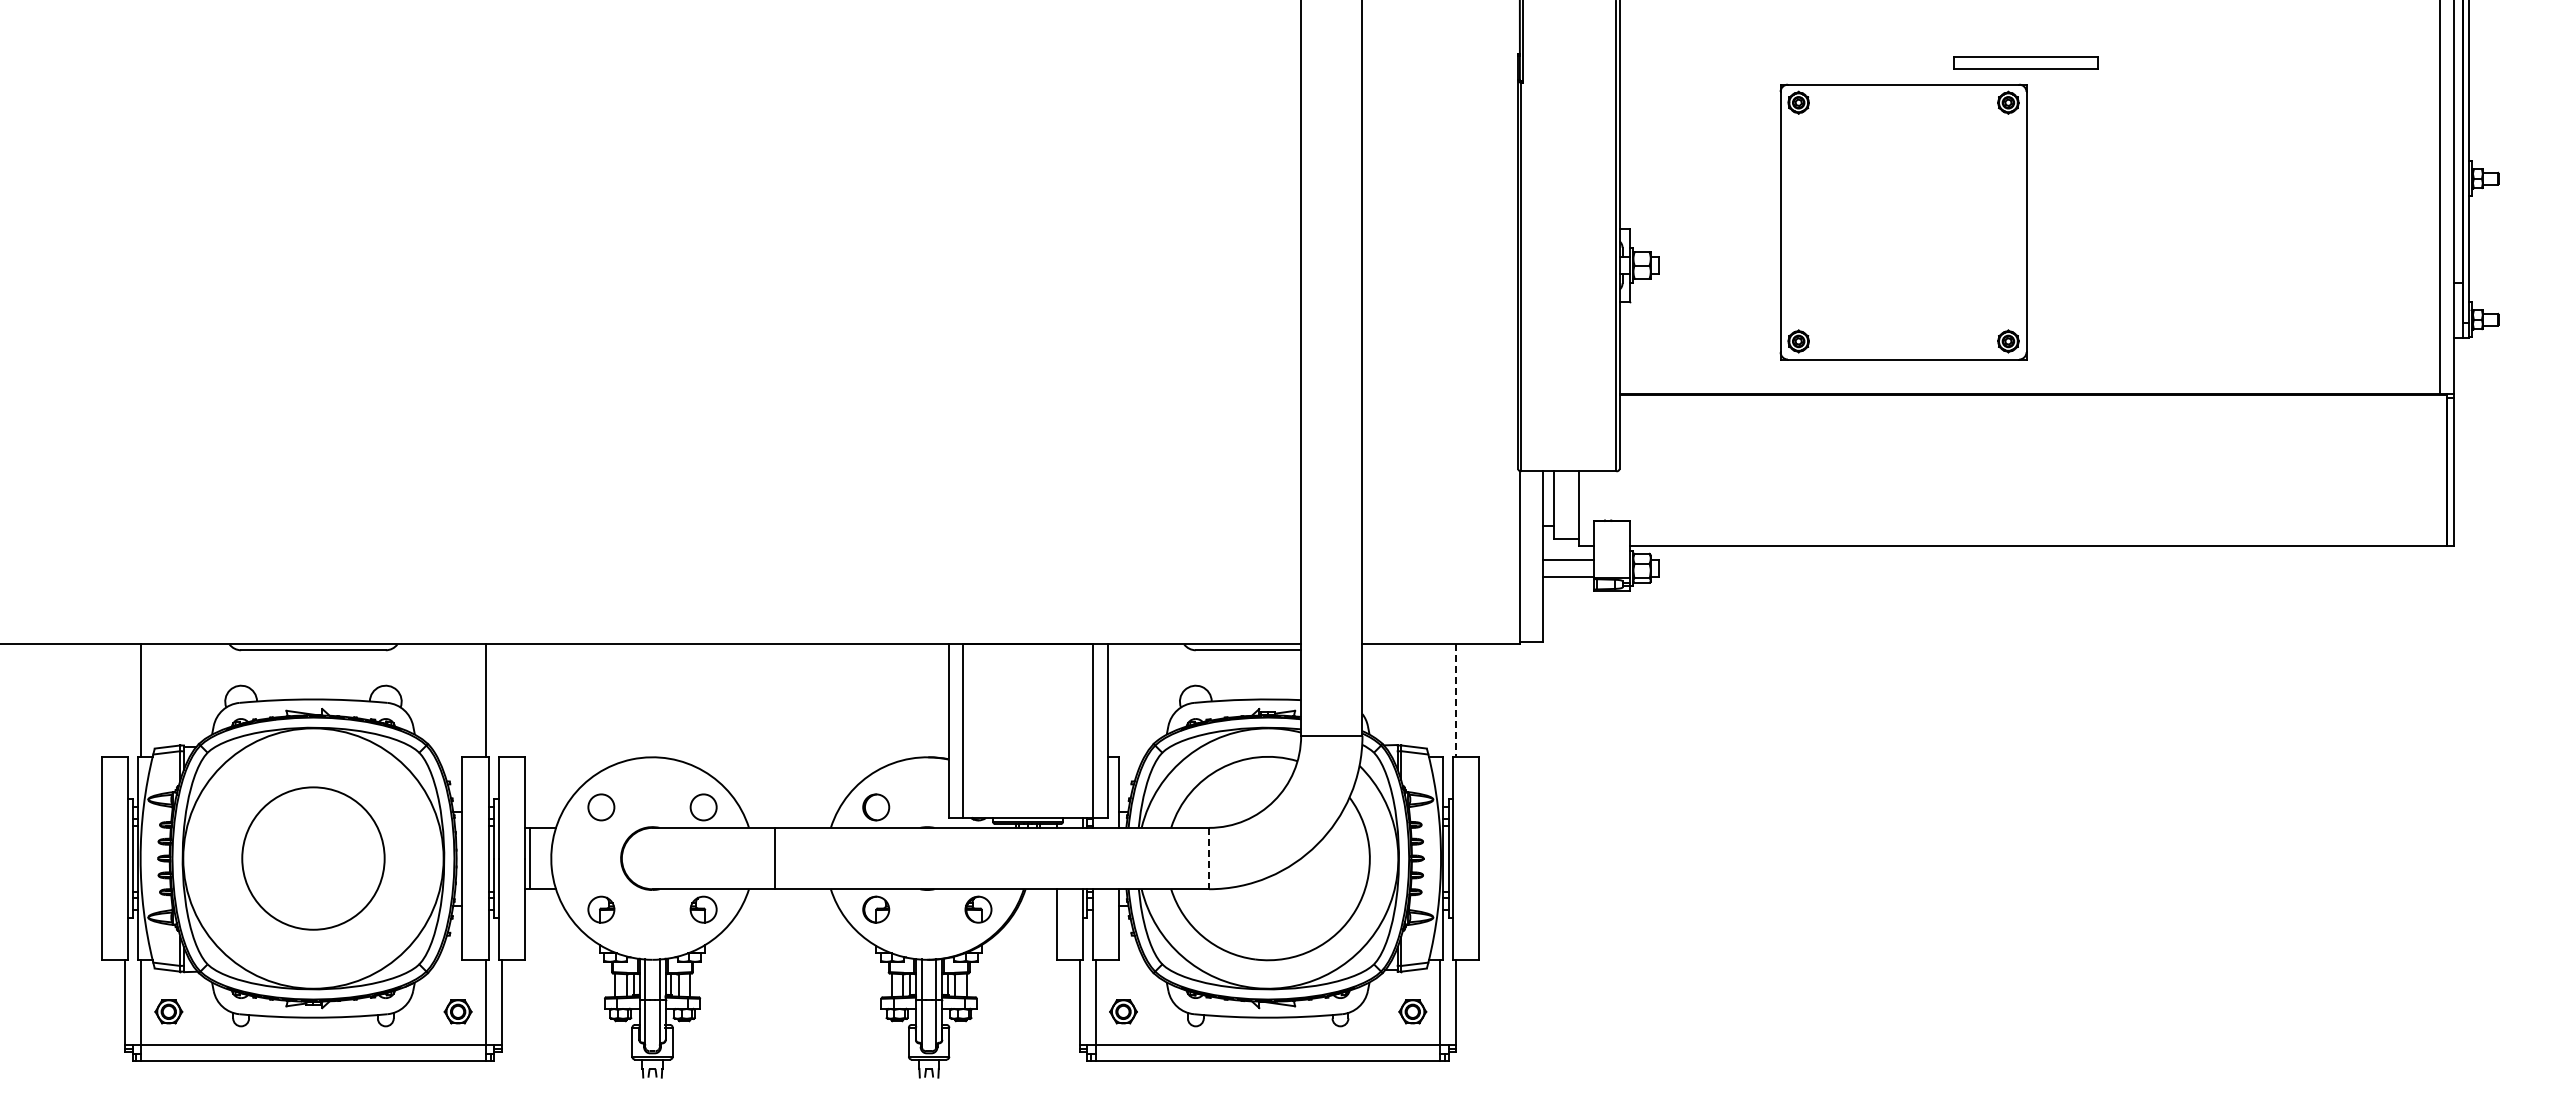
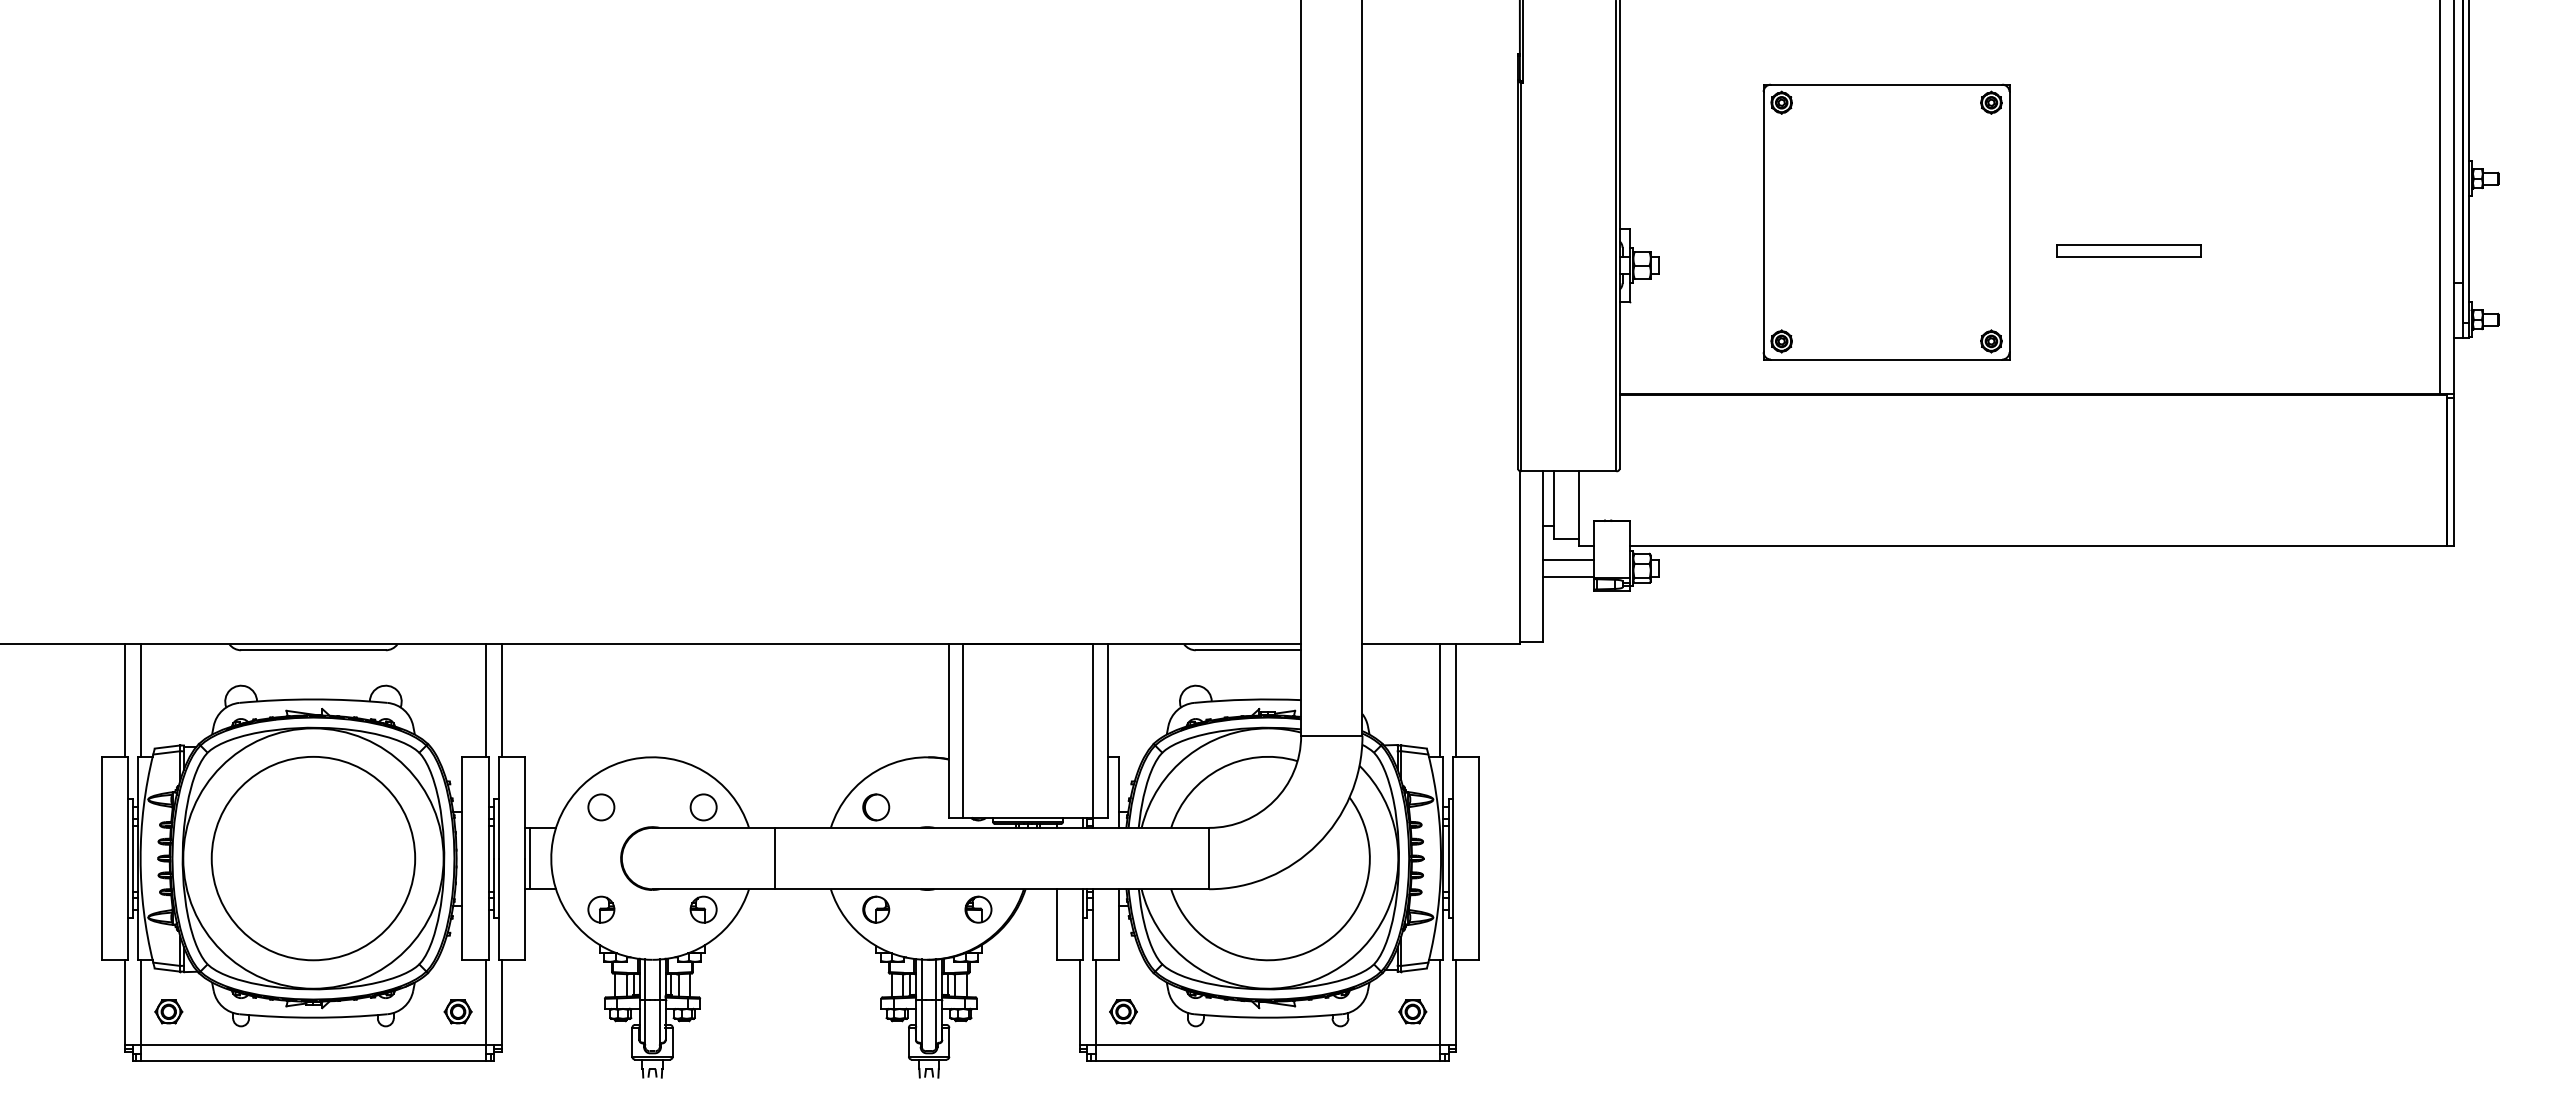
part at (2025, 62) position: (2025, 62) -> (2128, 250)
part at (1903, 221) position: (1903, 221) -> (1886, 221)
line at (125, 700): none -> present
line at (501, 700): none -> present
line at (1440, 700): none -> present
line at (1456, 701): dashed -> solid
circle at (313, 858) diameter: 142 px -> 203 px
line at (1209, 858): dashed -> solid
